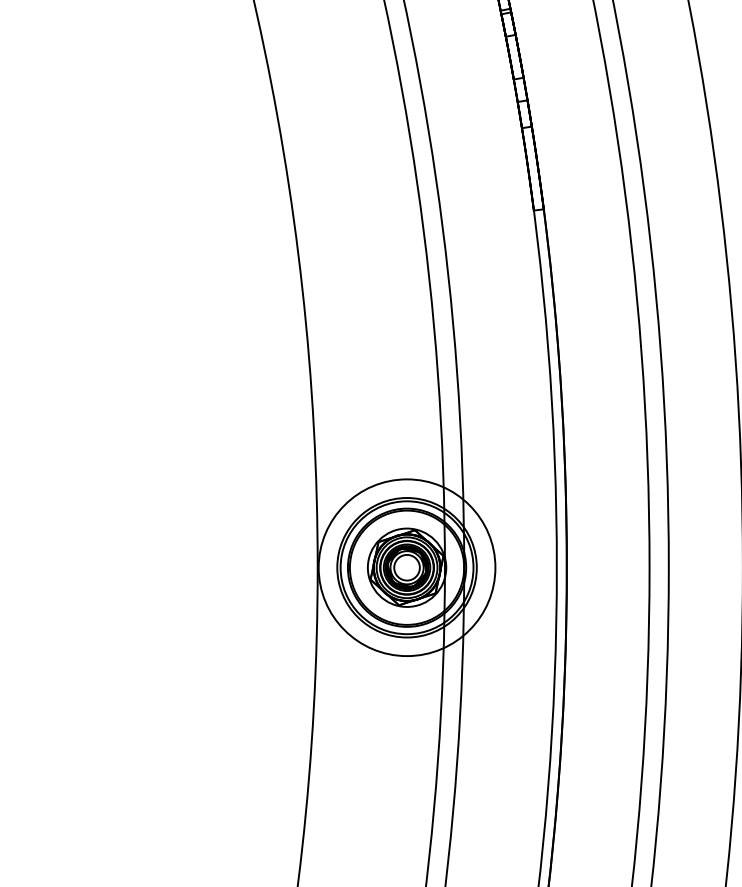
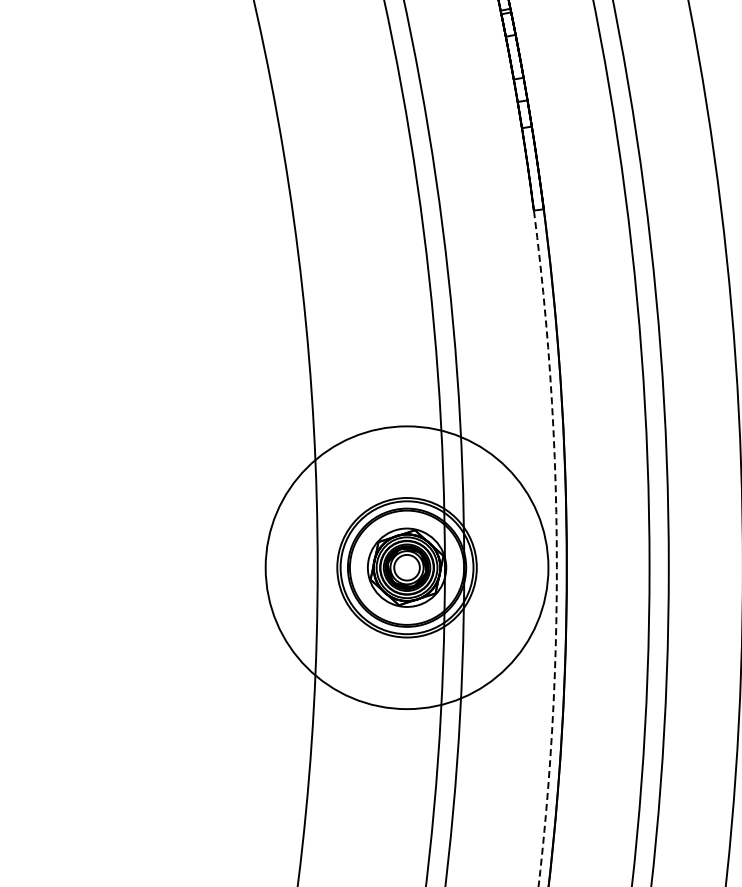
arc at (556, 506): solid -> dashed
circle at (406, 567) diameter: 177 px -> 283 px
